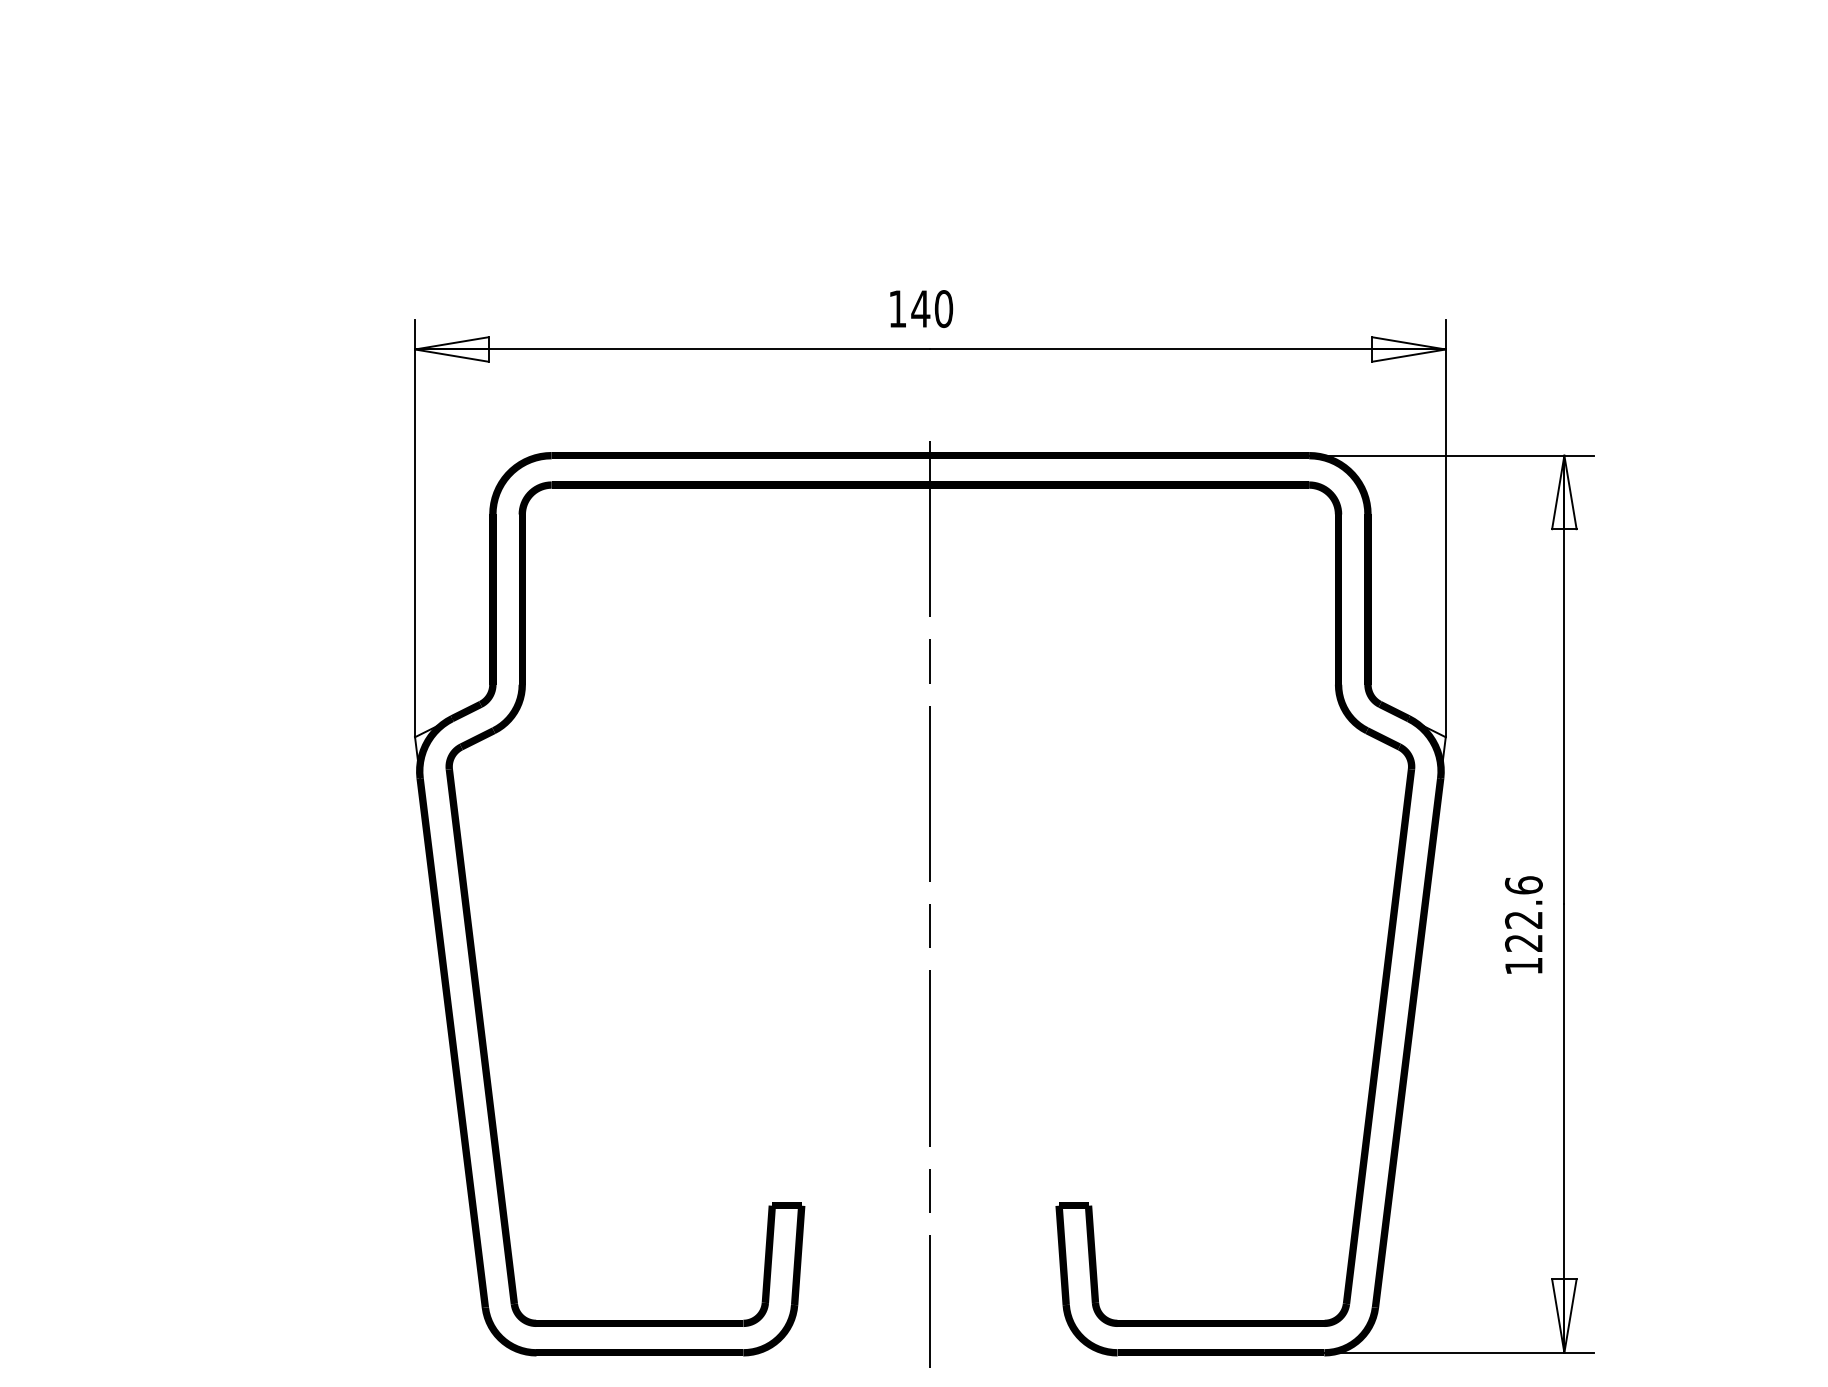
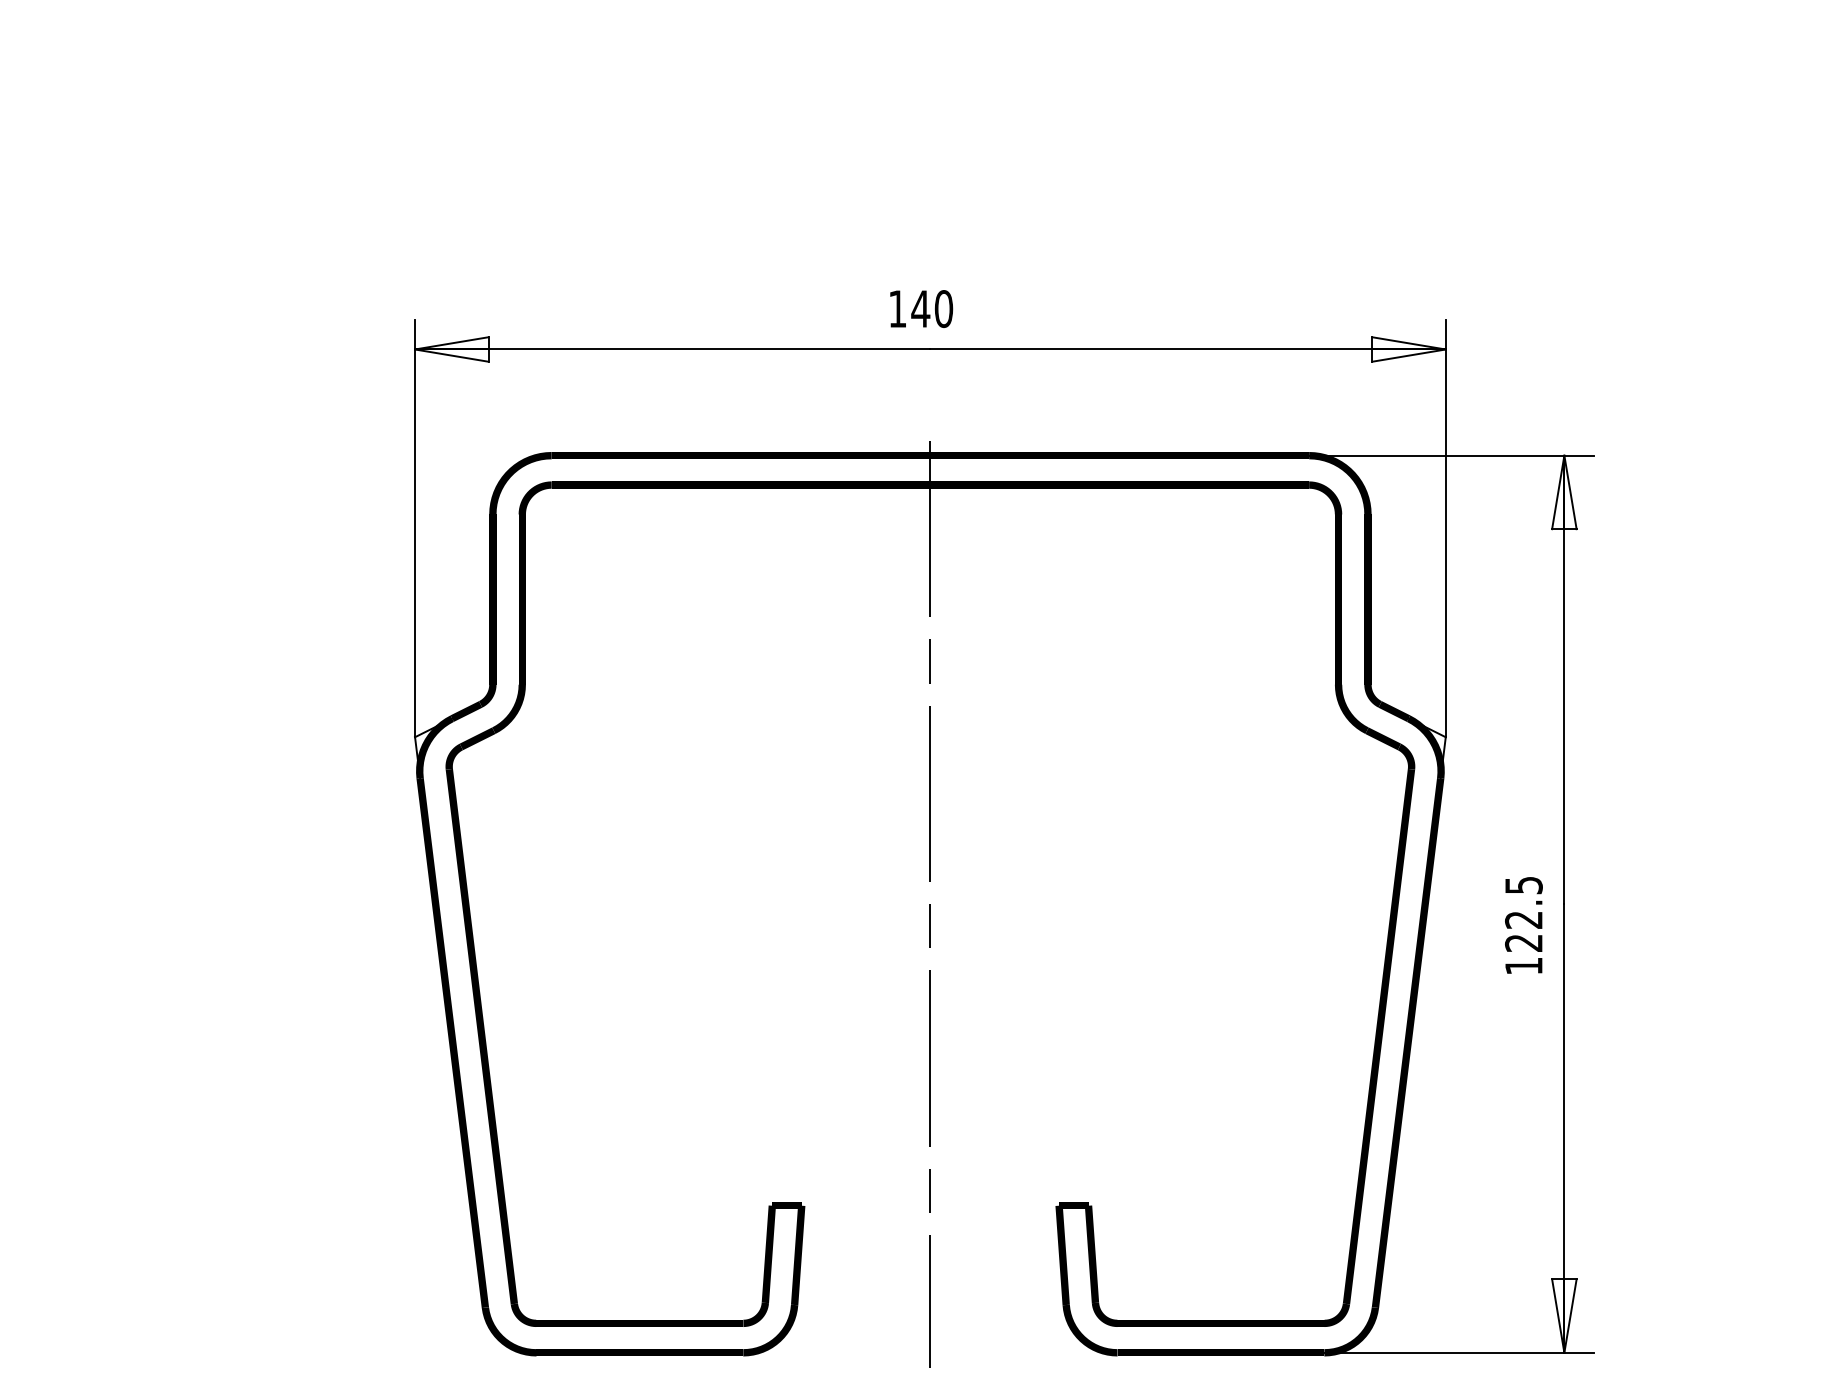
text at (1523, 885): 122.6 -> 122.5
